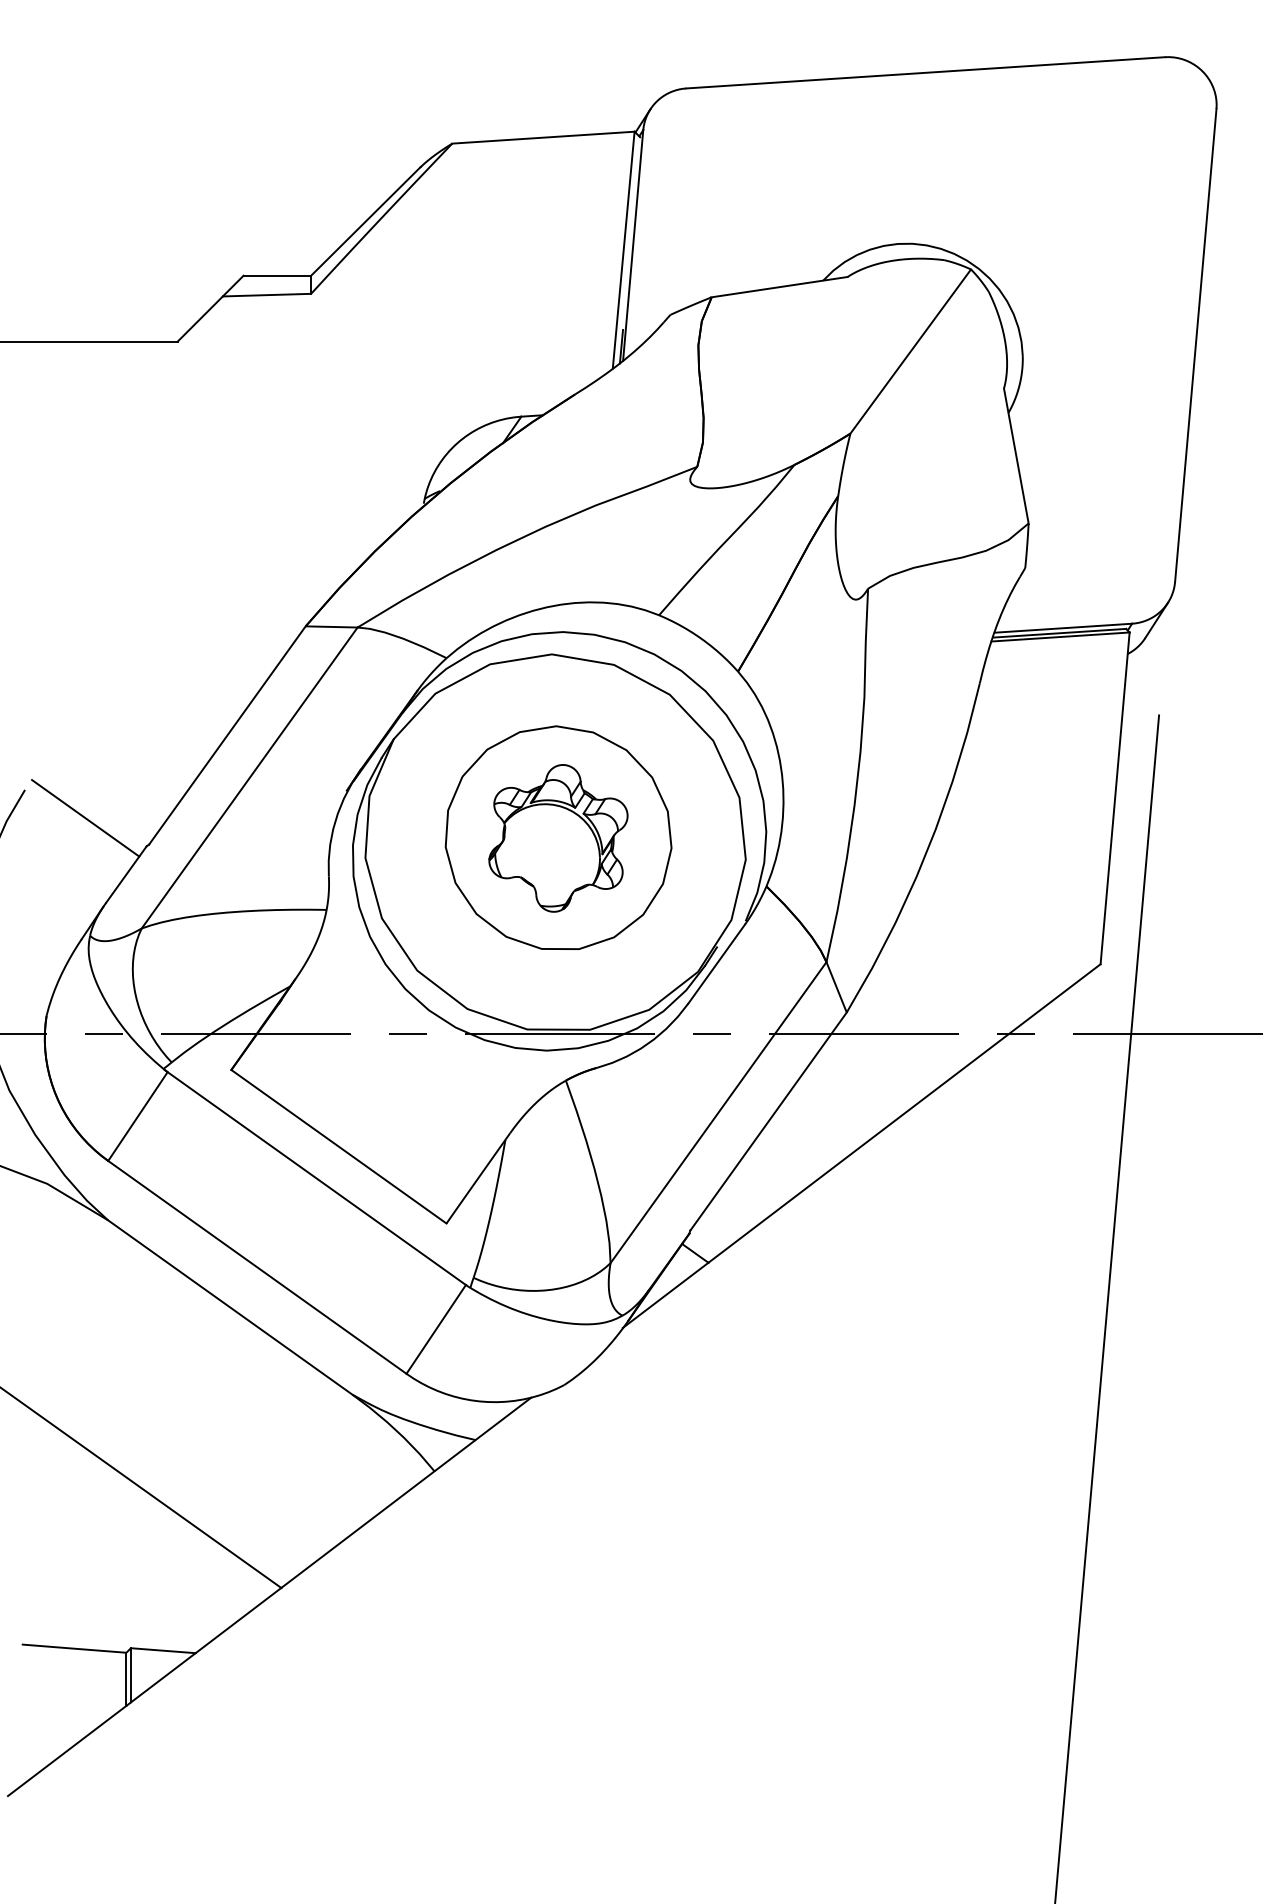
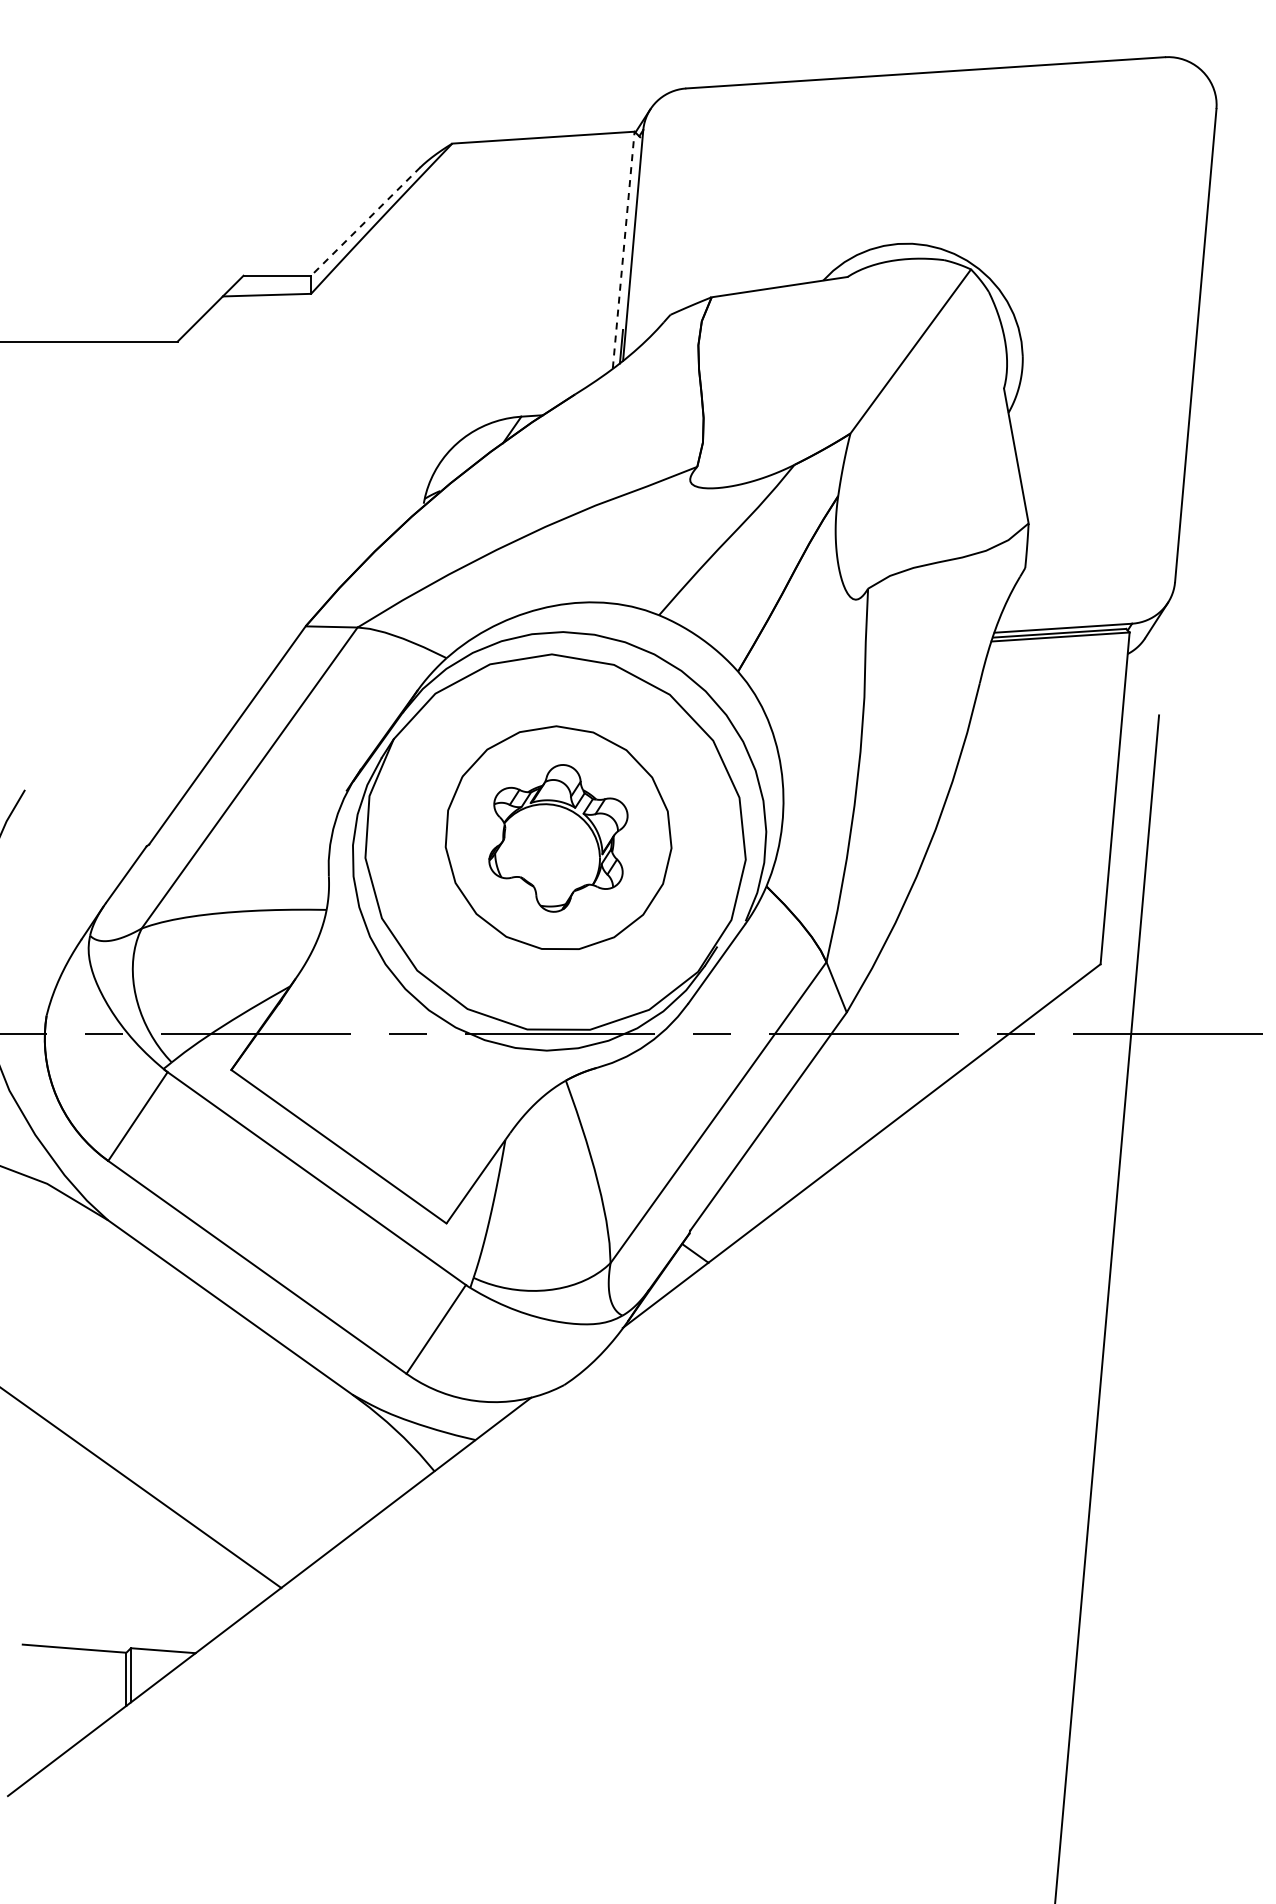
line at (365, 221): solid -> dashed
line at (623, 250): solid -> dashed
line at (85, 818): present -> none
